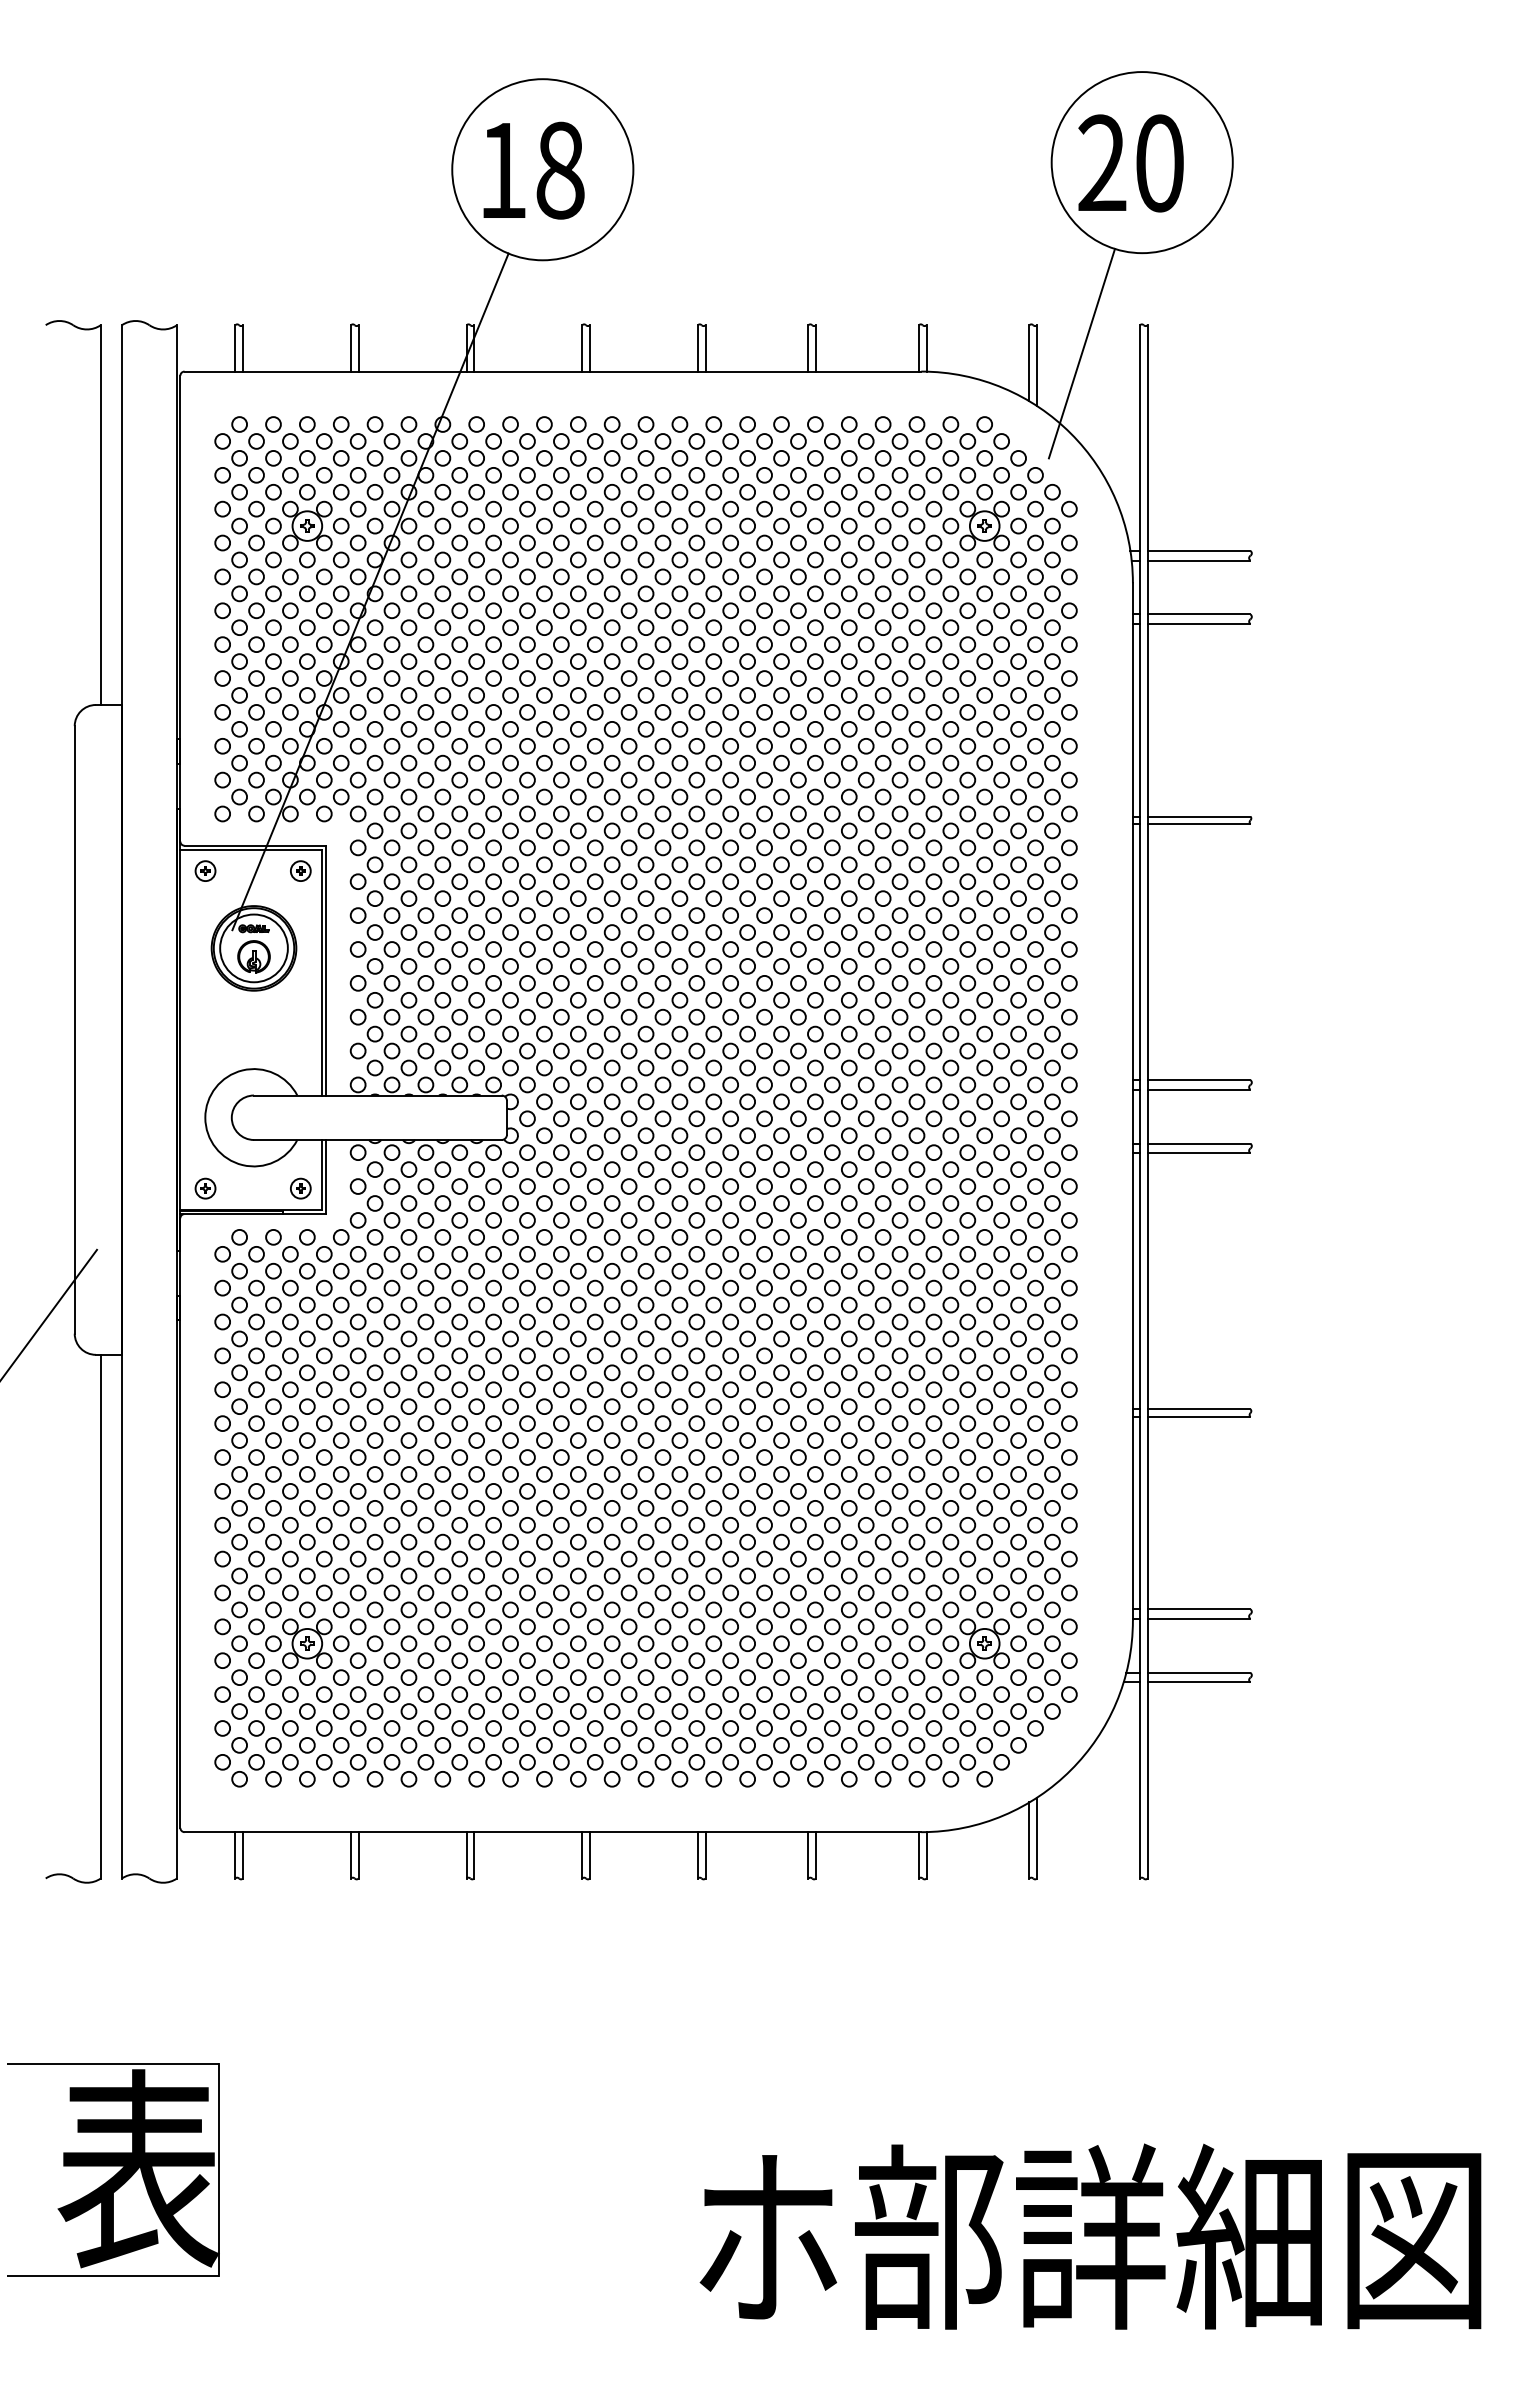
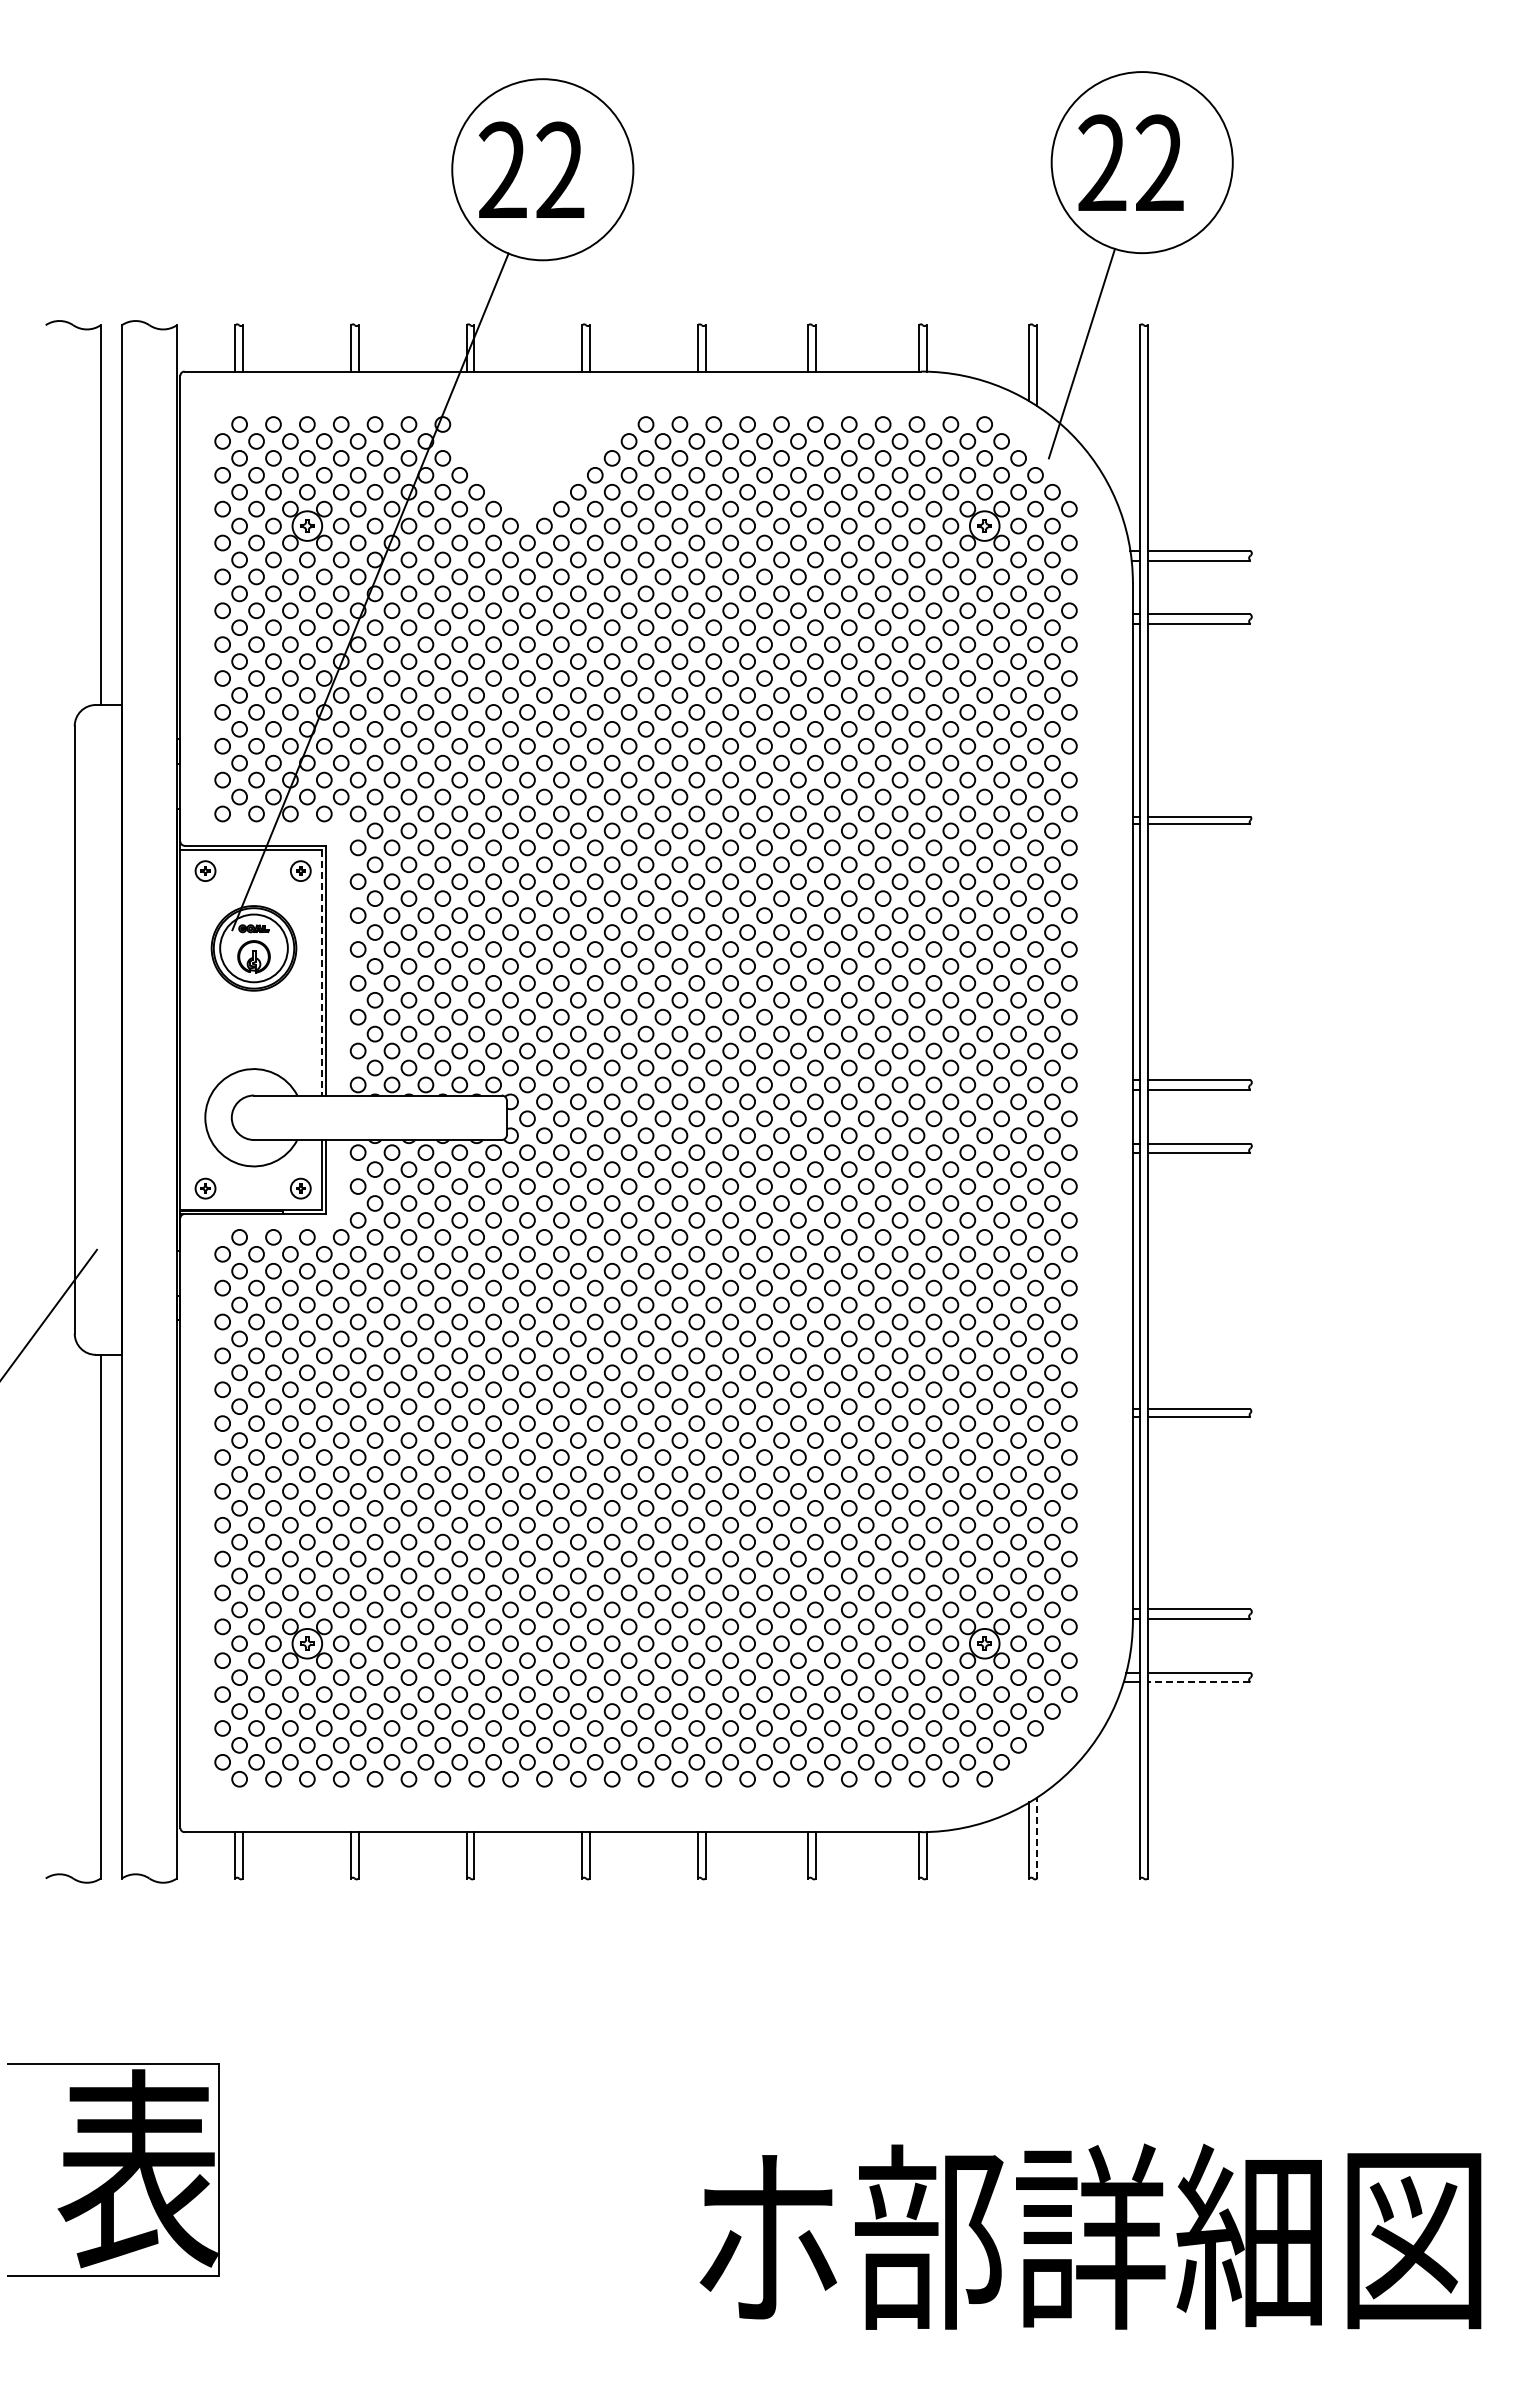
text at (1159, 163): 20 -> 22
text at (531, 170): 18 -> 22
part at (535, 466): present -> none
line at (321, 972): solid -> dashed
line at (1198, 1682): solid -> dashed
line at (1037, 1837): solid -> dashed
